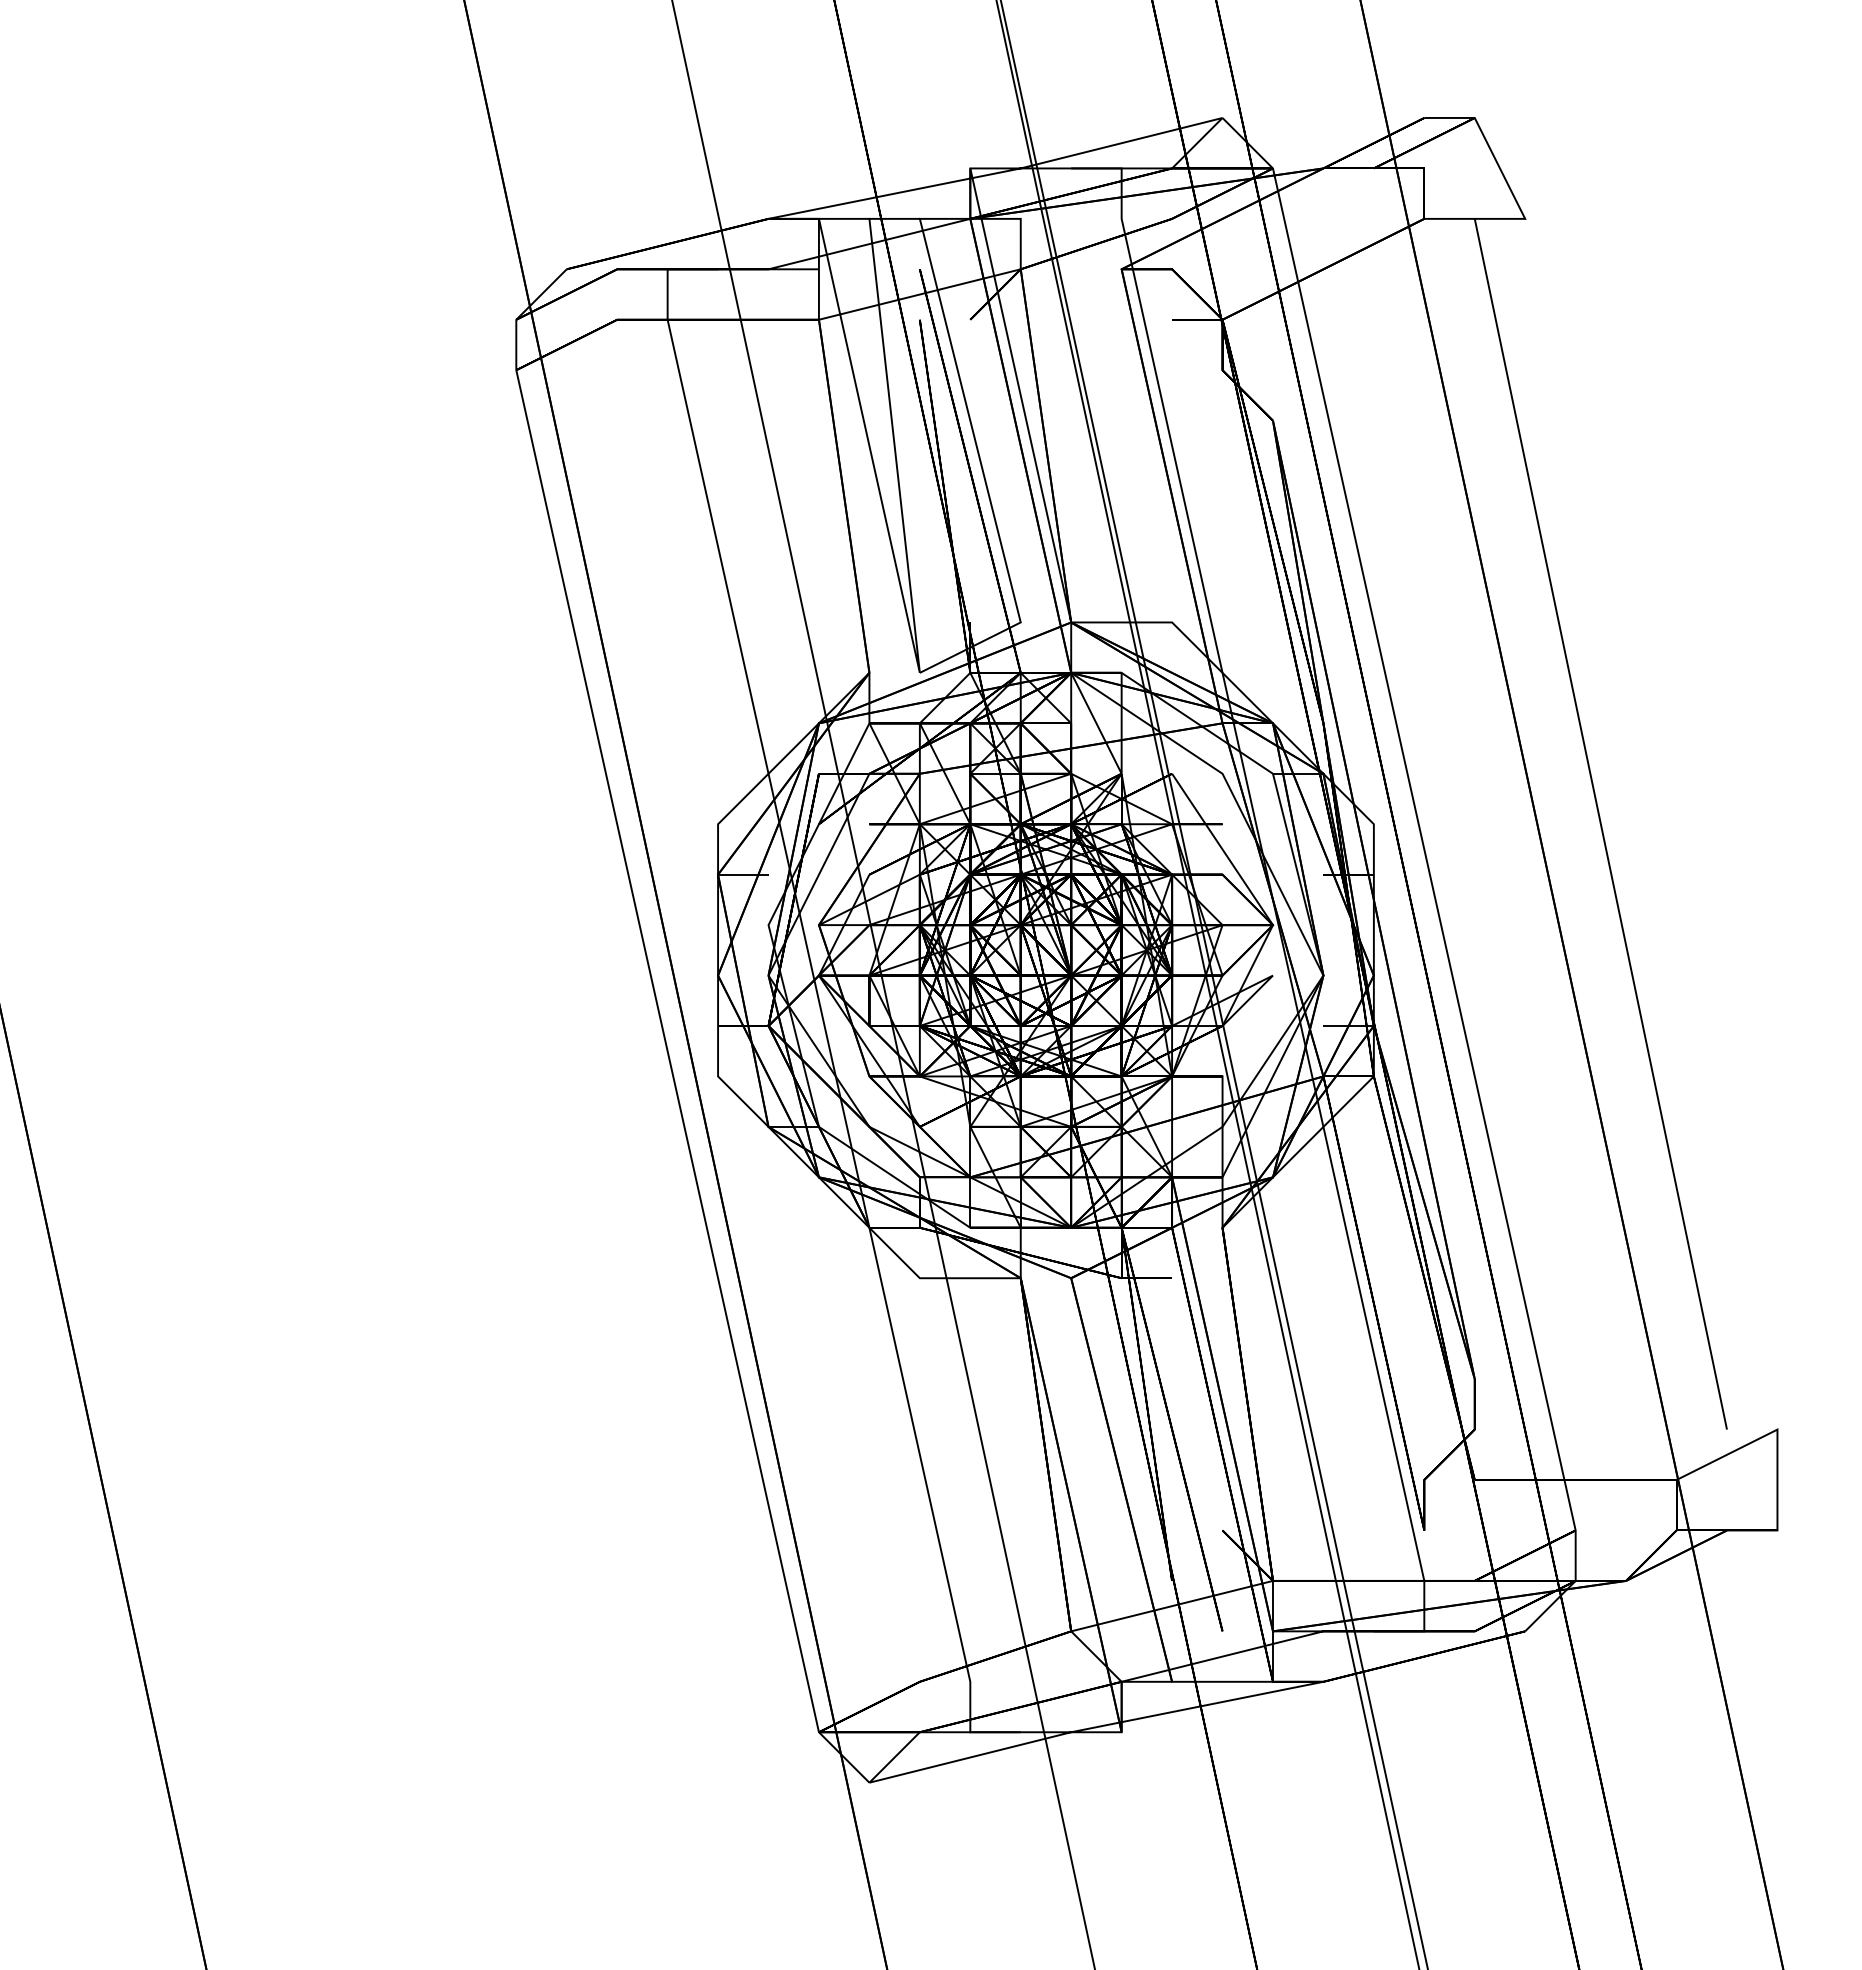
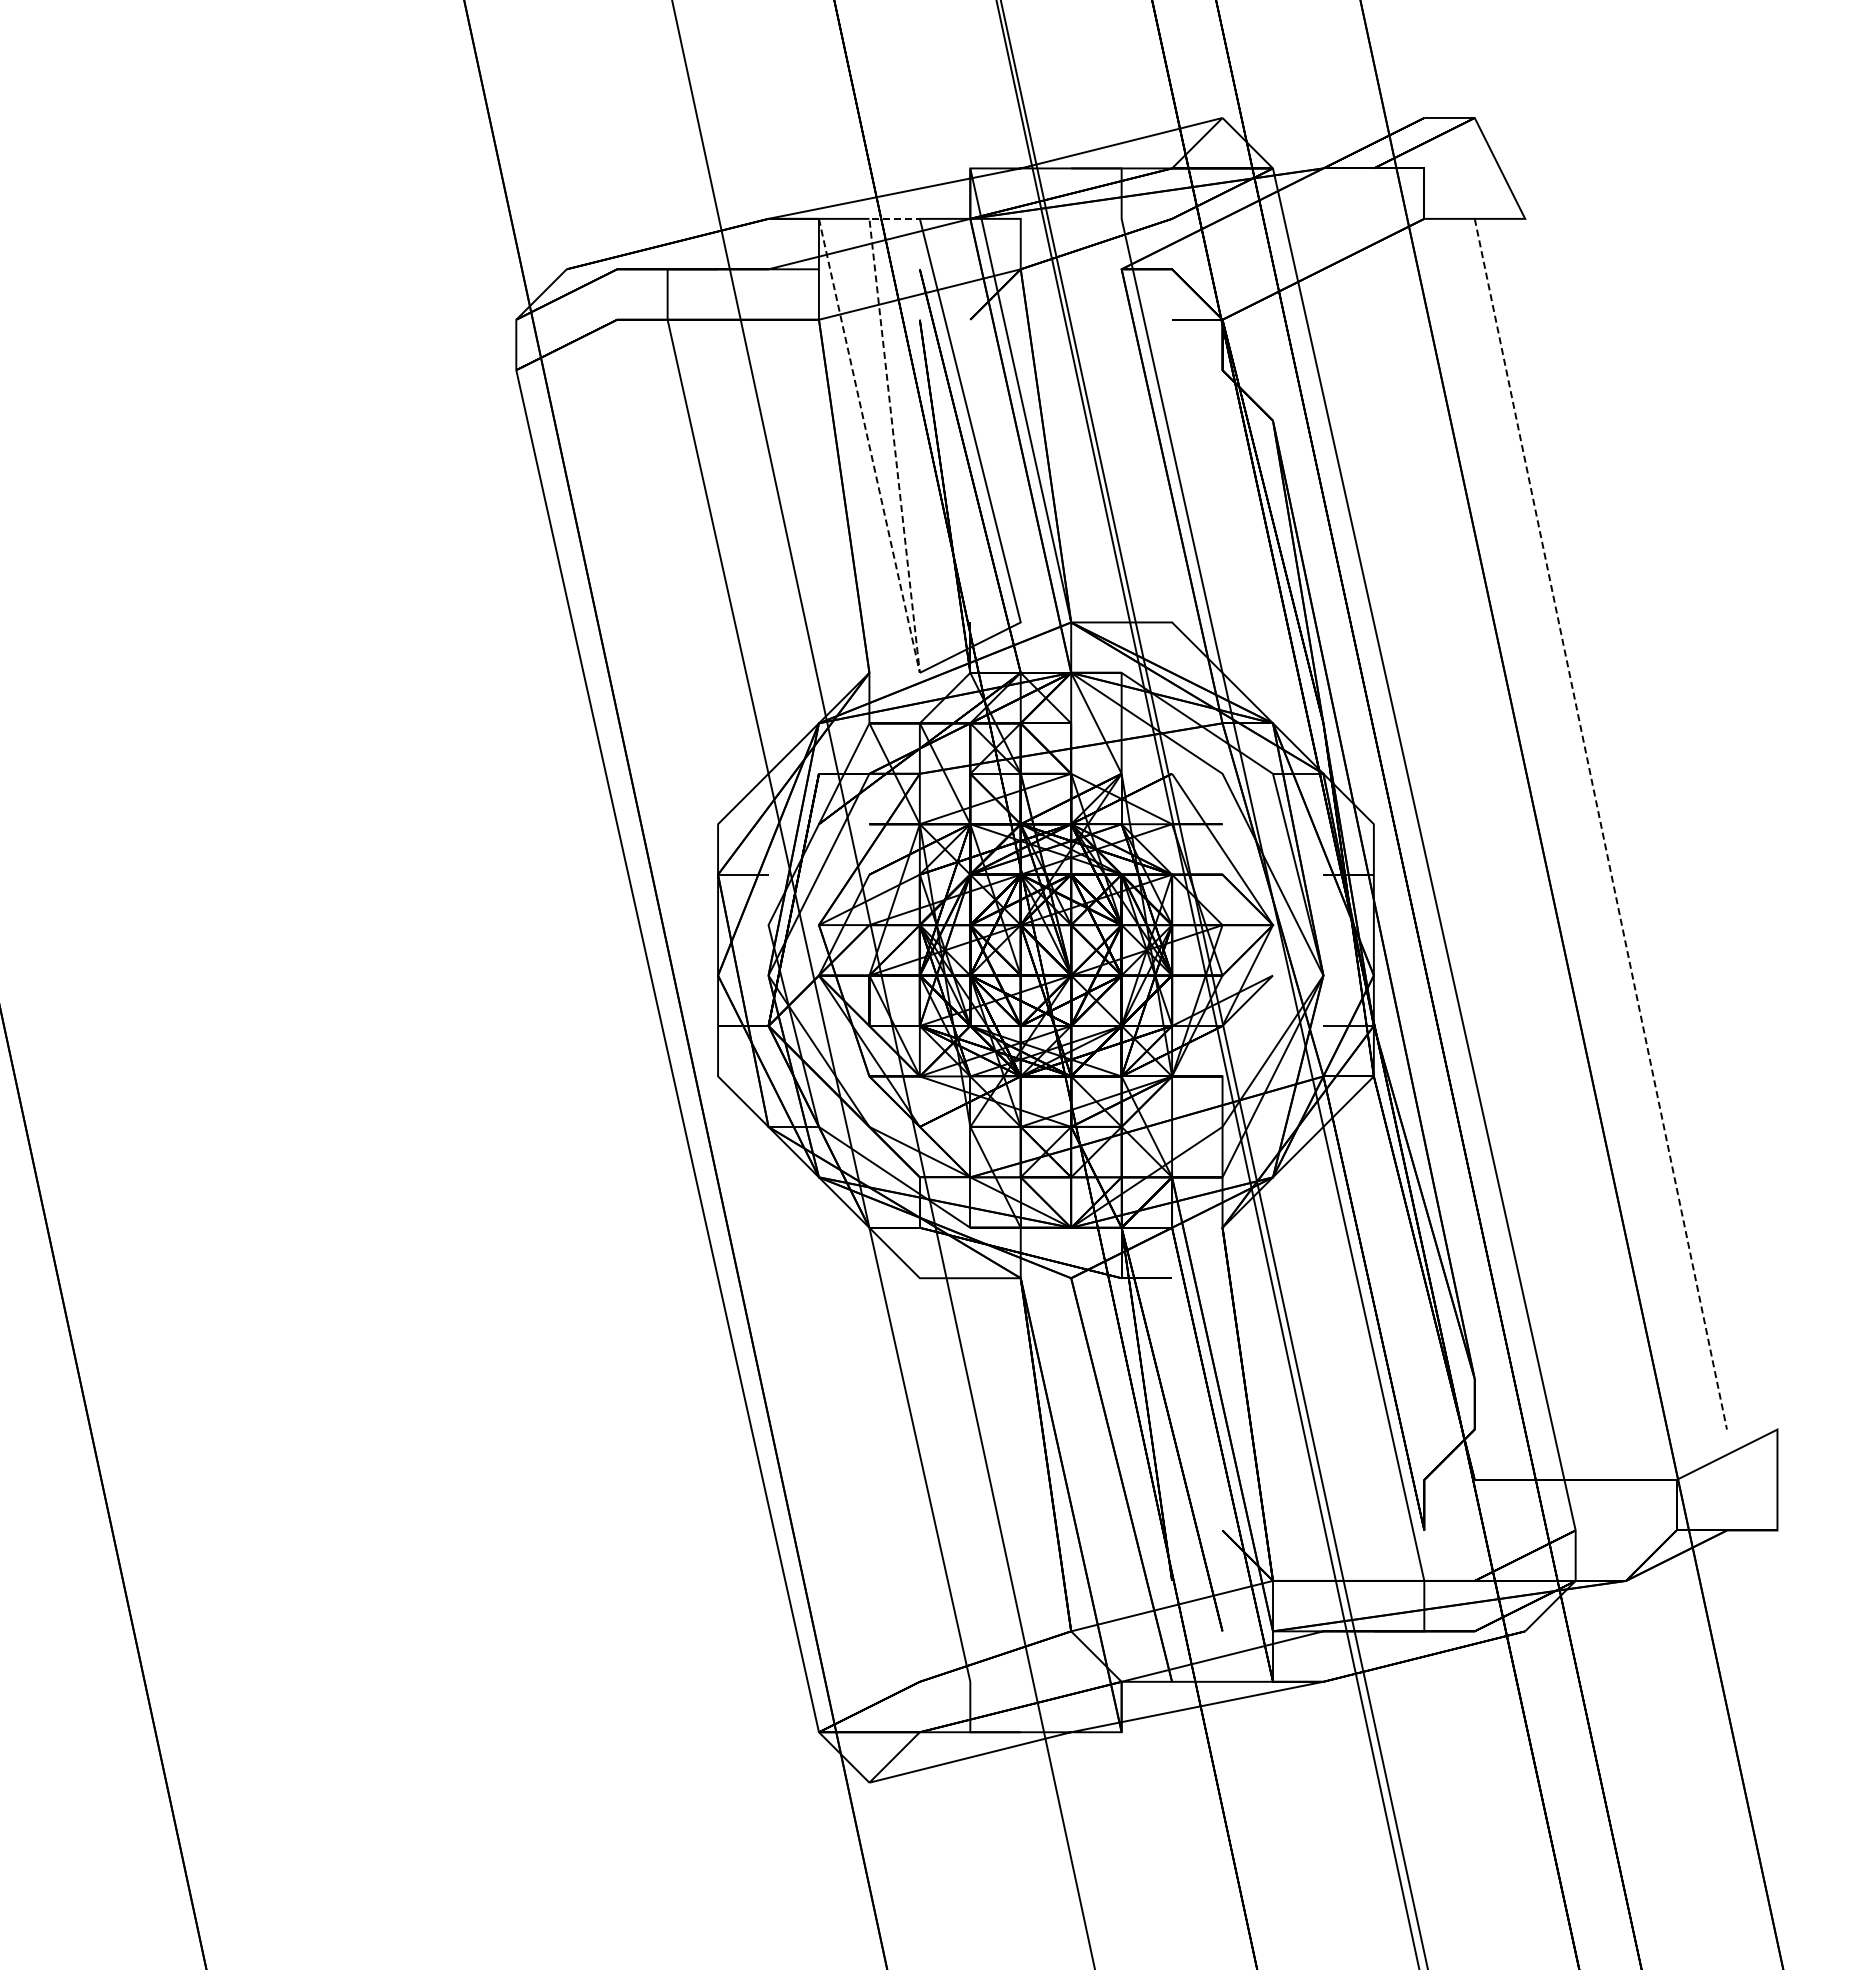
line at (917, 652): solid -> dashed
line at (1600, 824): solid -> dashed
